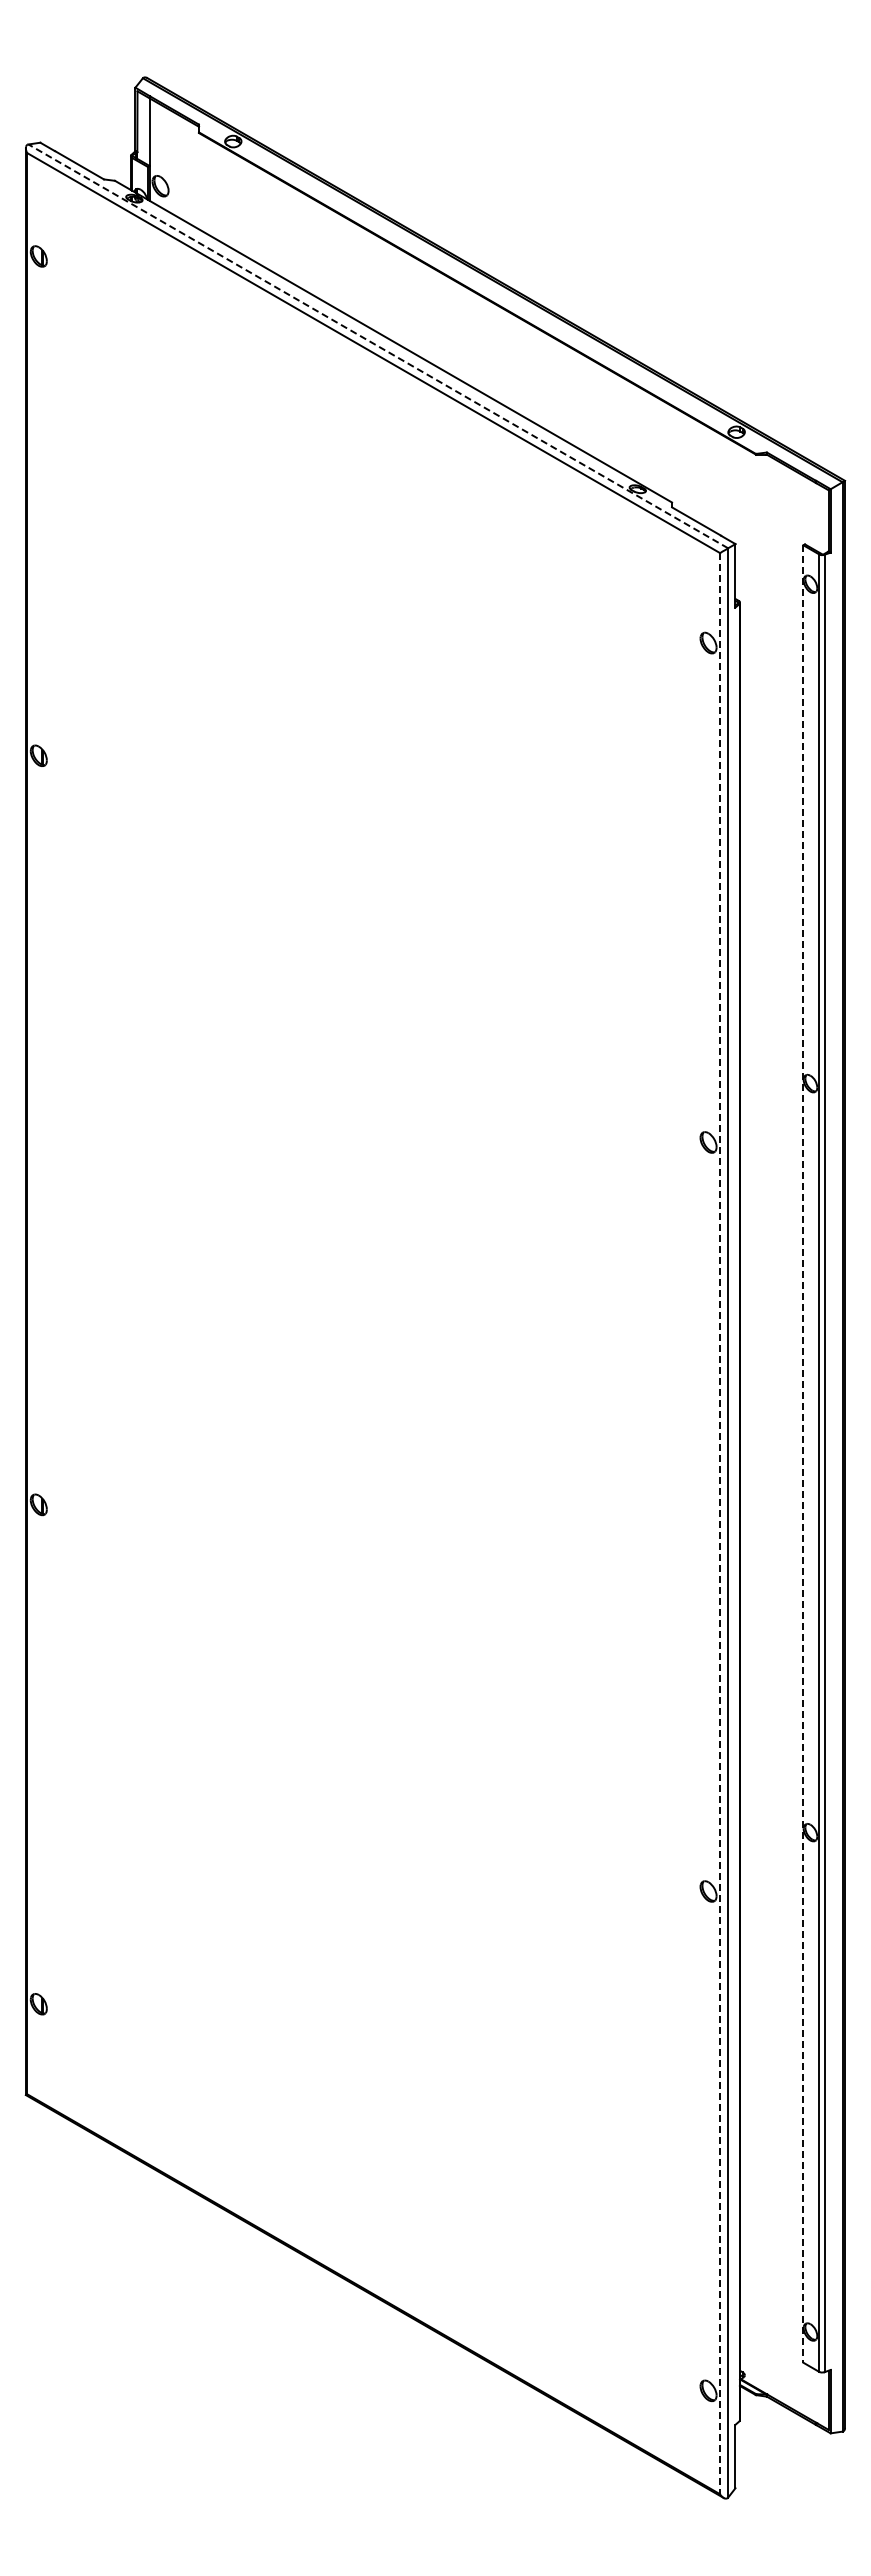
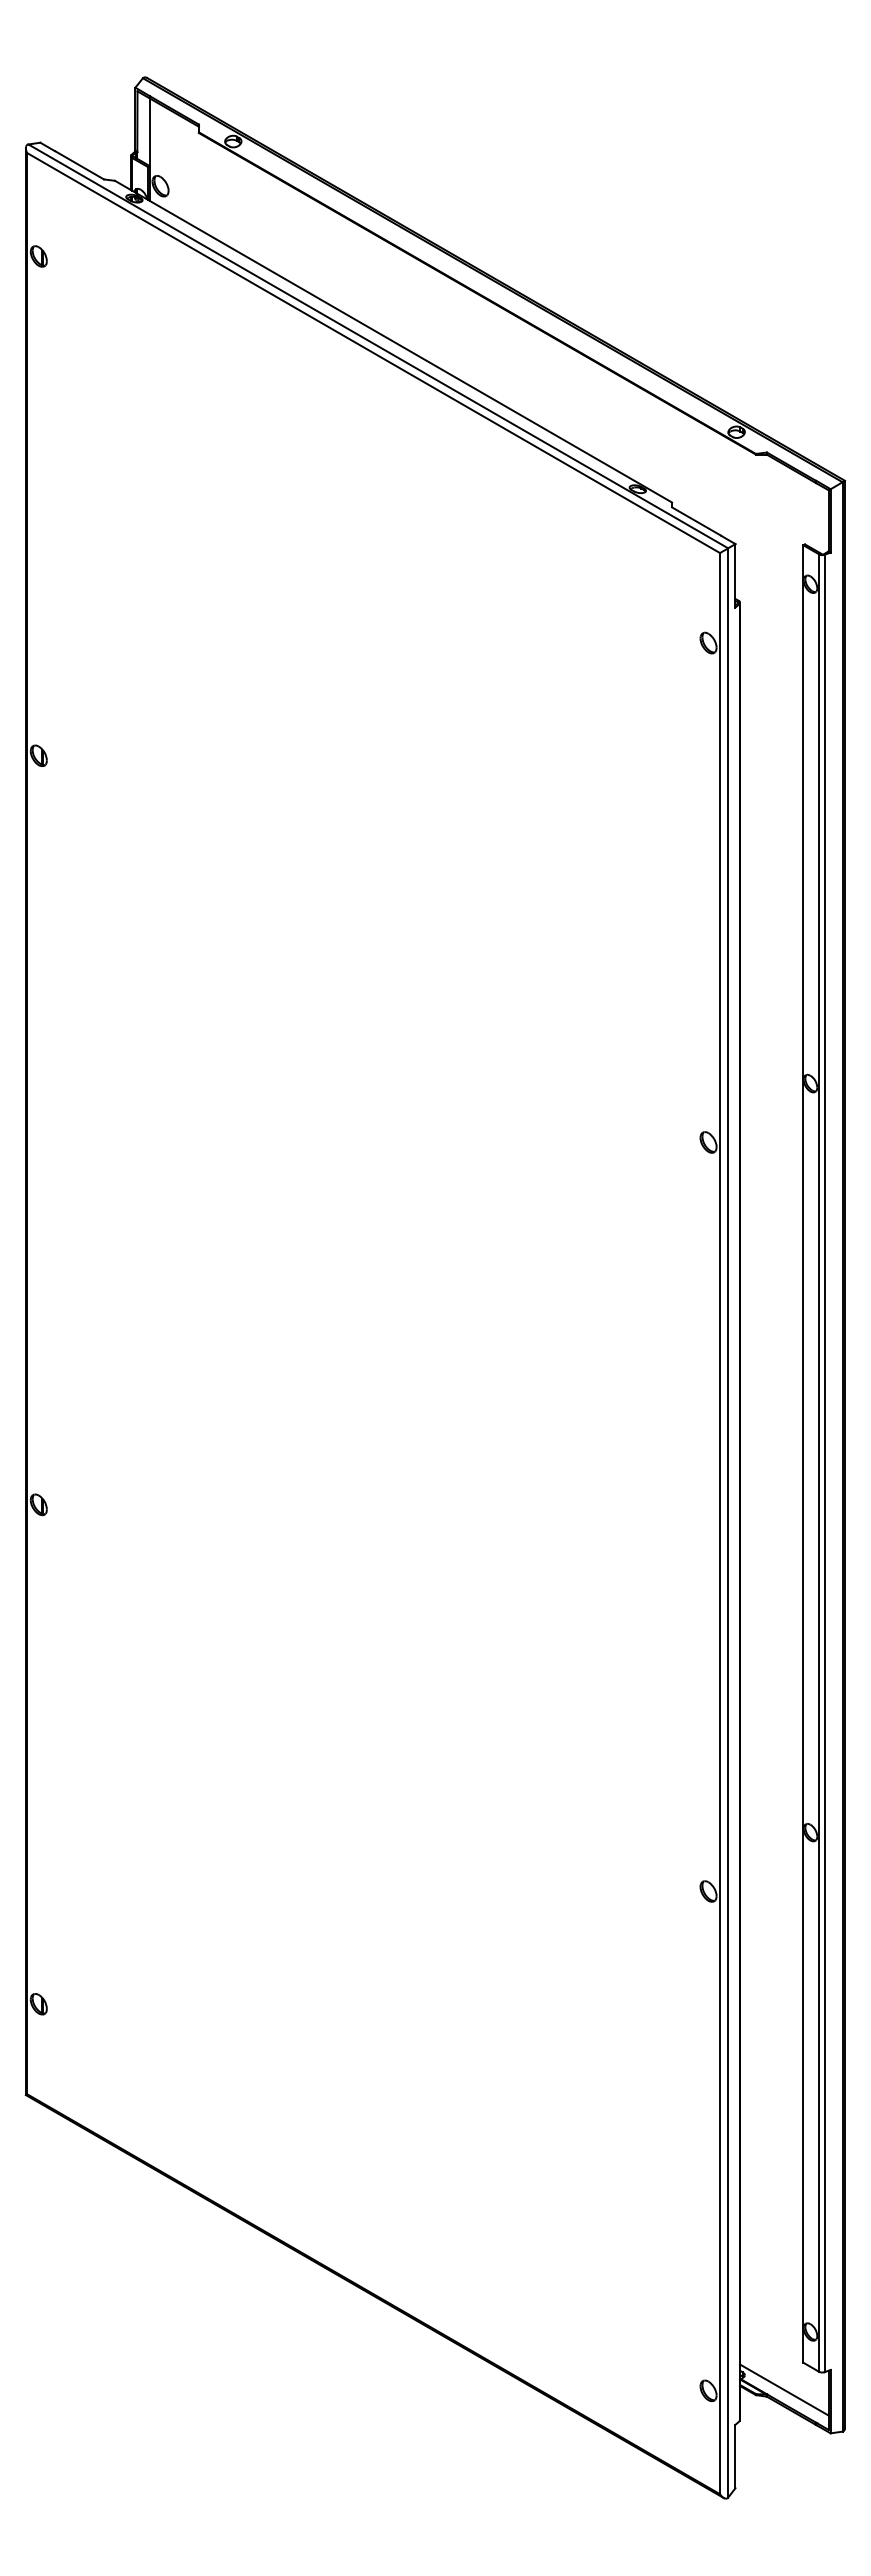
line at (378, 346): dashed -> solid
line at (803, 1454): dashed -> solid
line at (719, 1523): dashed -> solid
line at (784, 2389): none -> present
